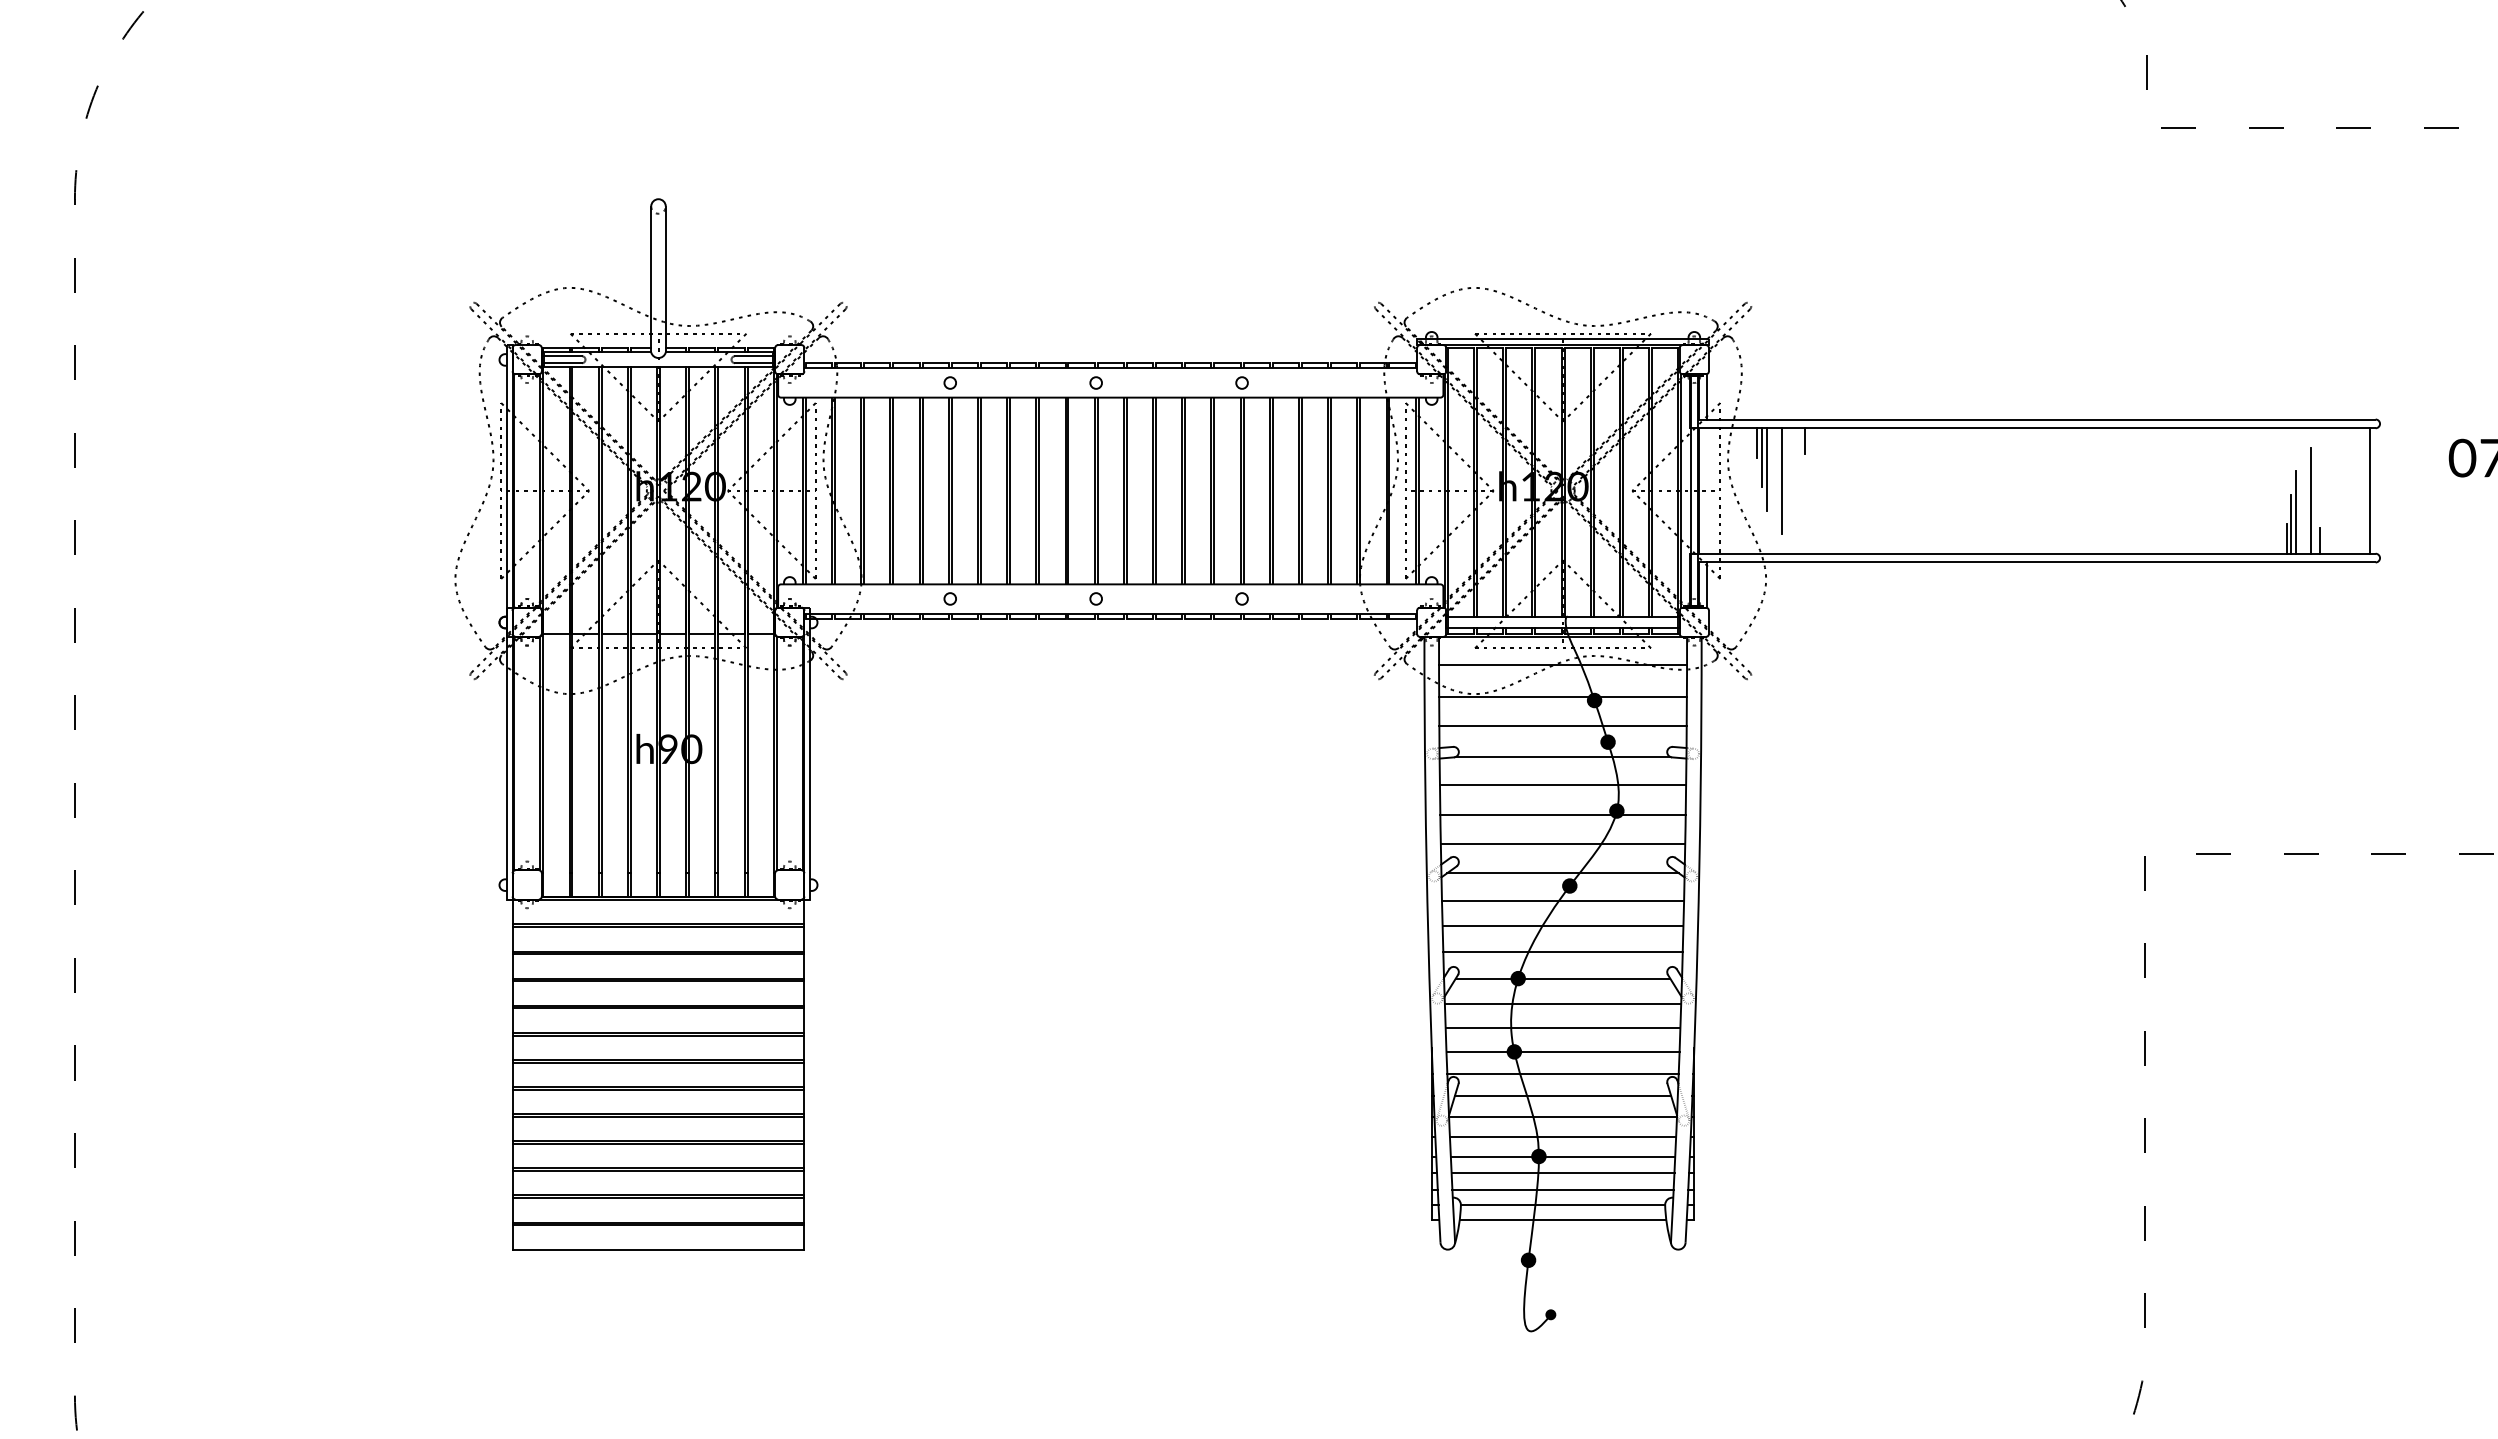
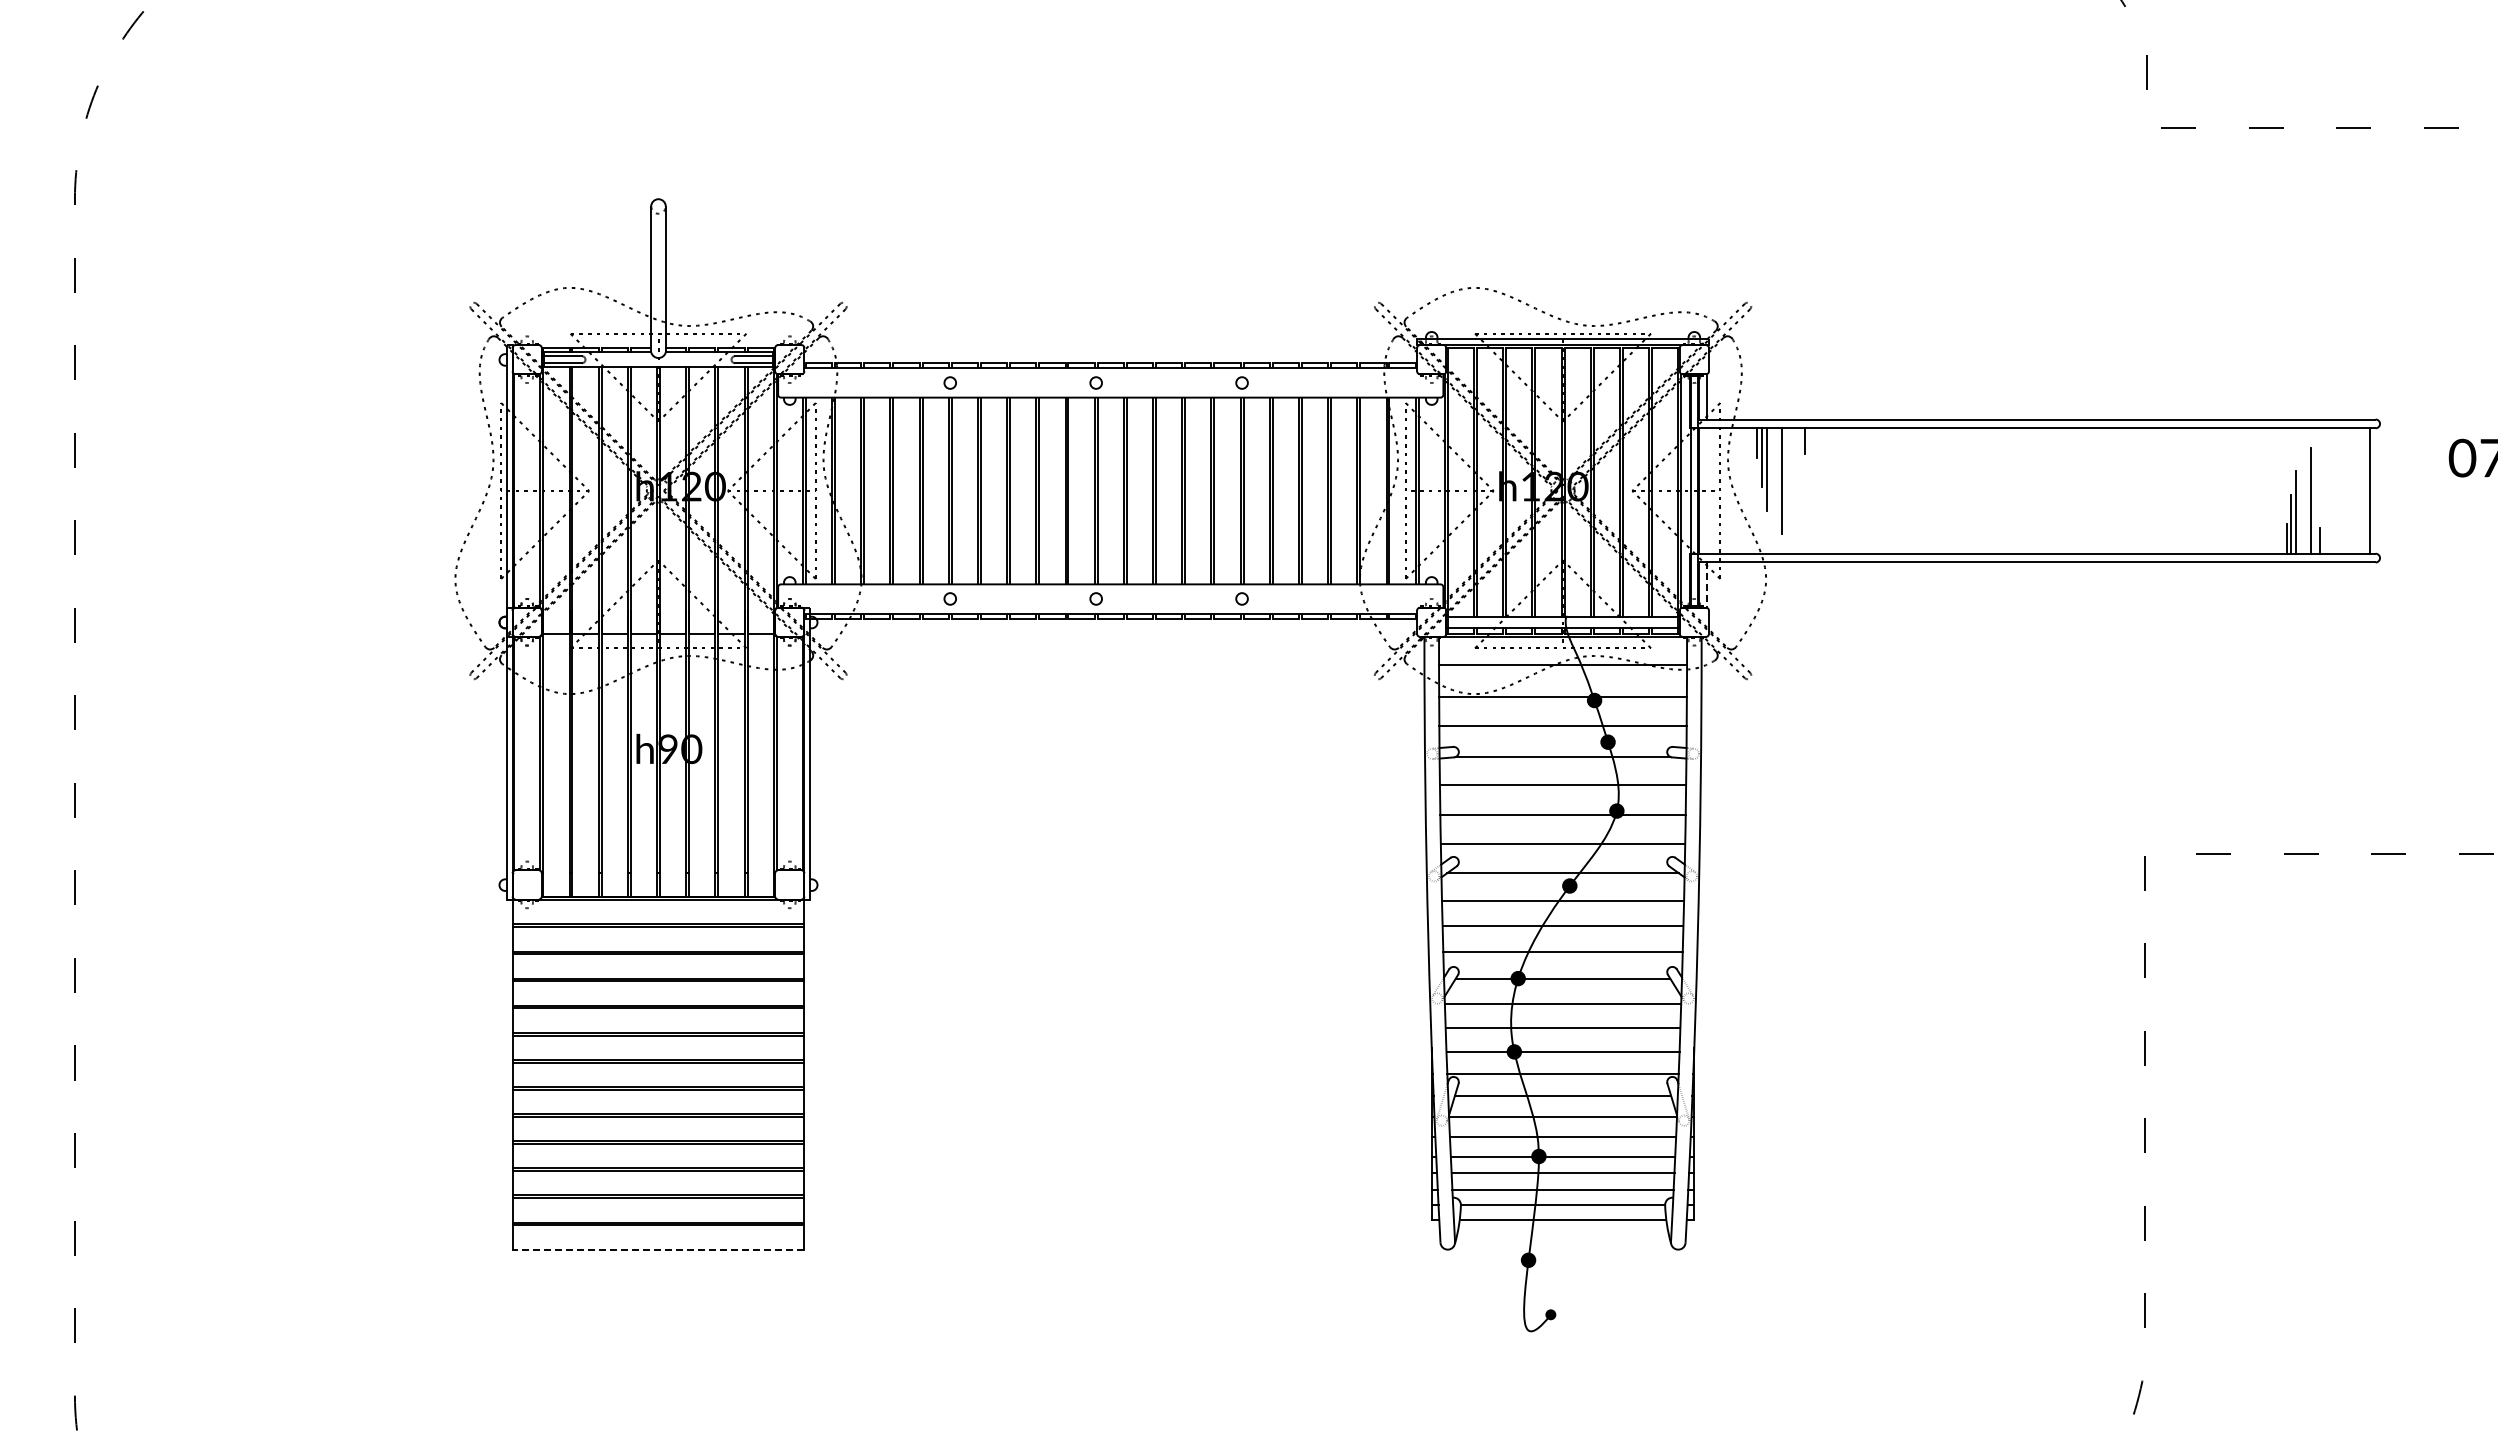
line at (1707, 585): solid -> dashed
line at (658, 1249): solid -> dashed
